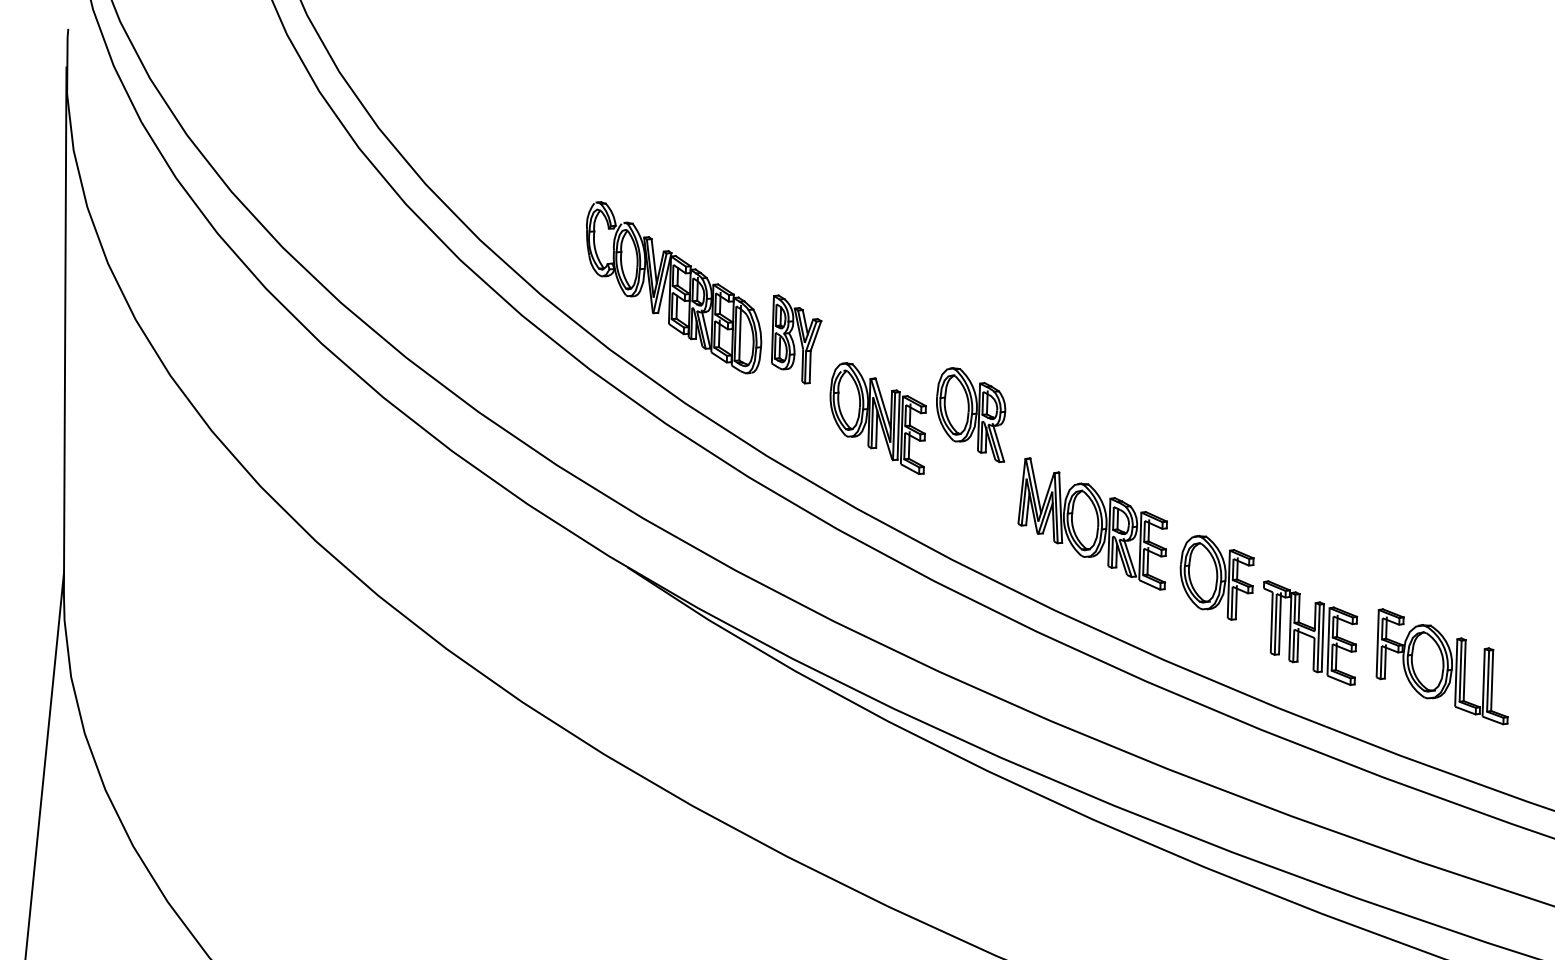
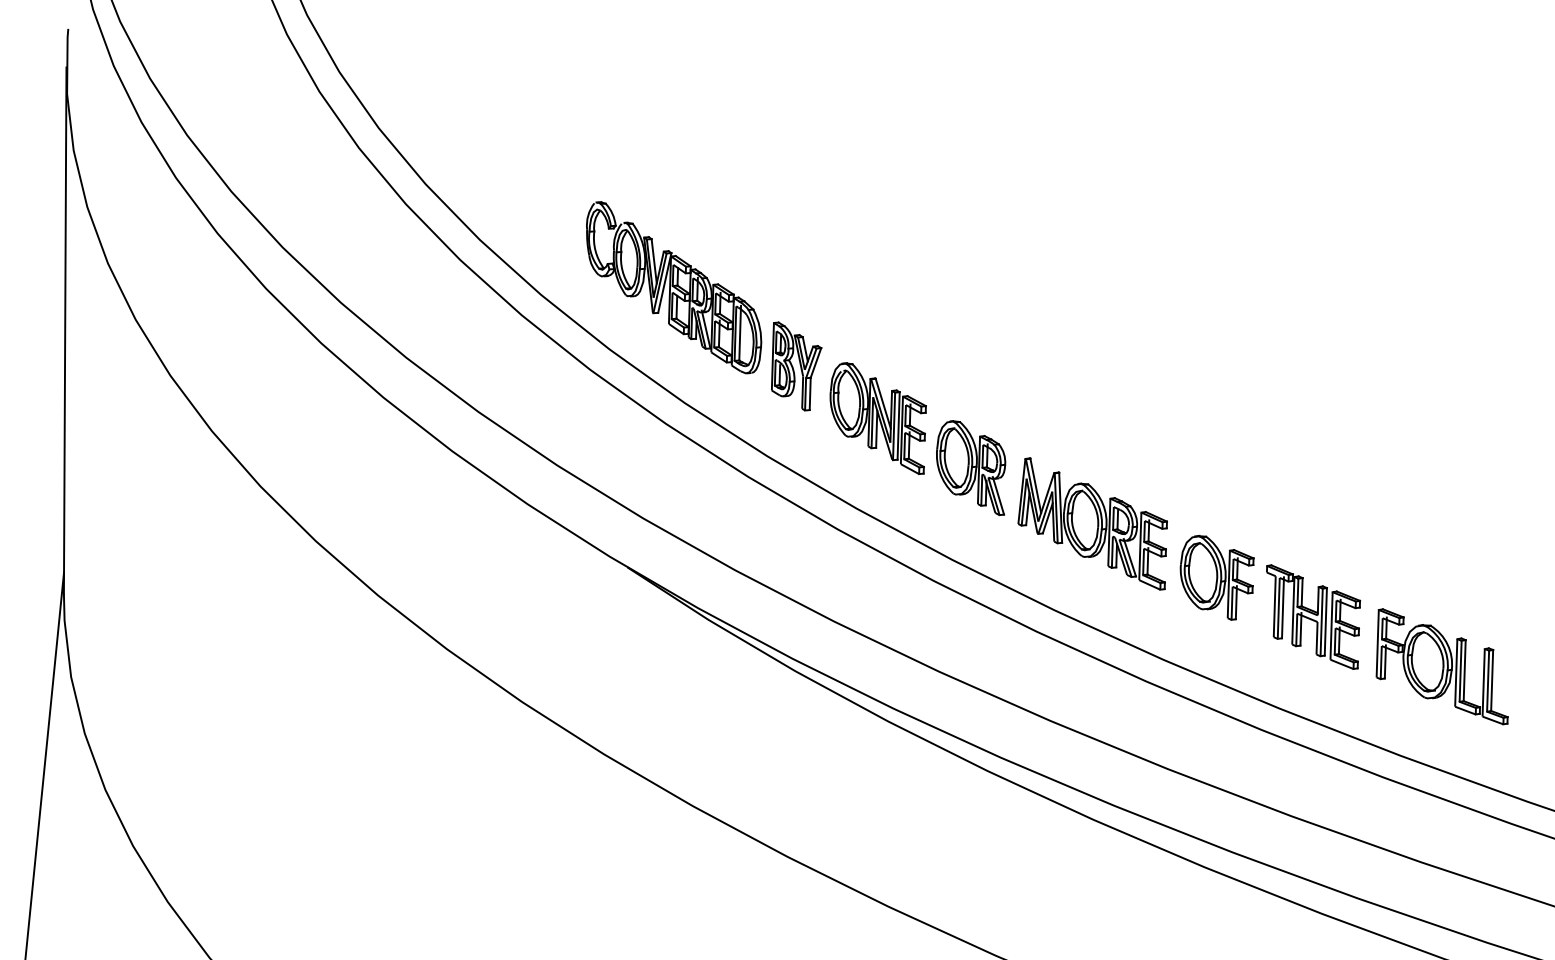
part at (796, 339) position: (796, 339) -> (796, 366)
part at (971, 415) position: (971, 415) -> (971, 468)
part at (1310, 632) position: (1310, 632) -> (1313, 616)
